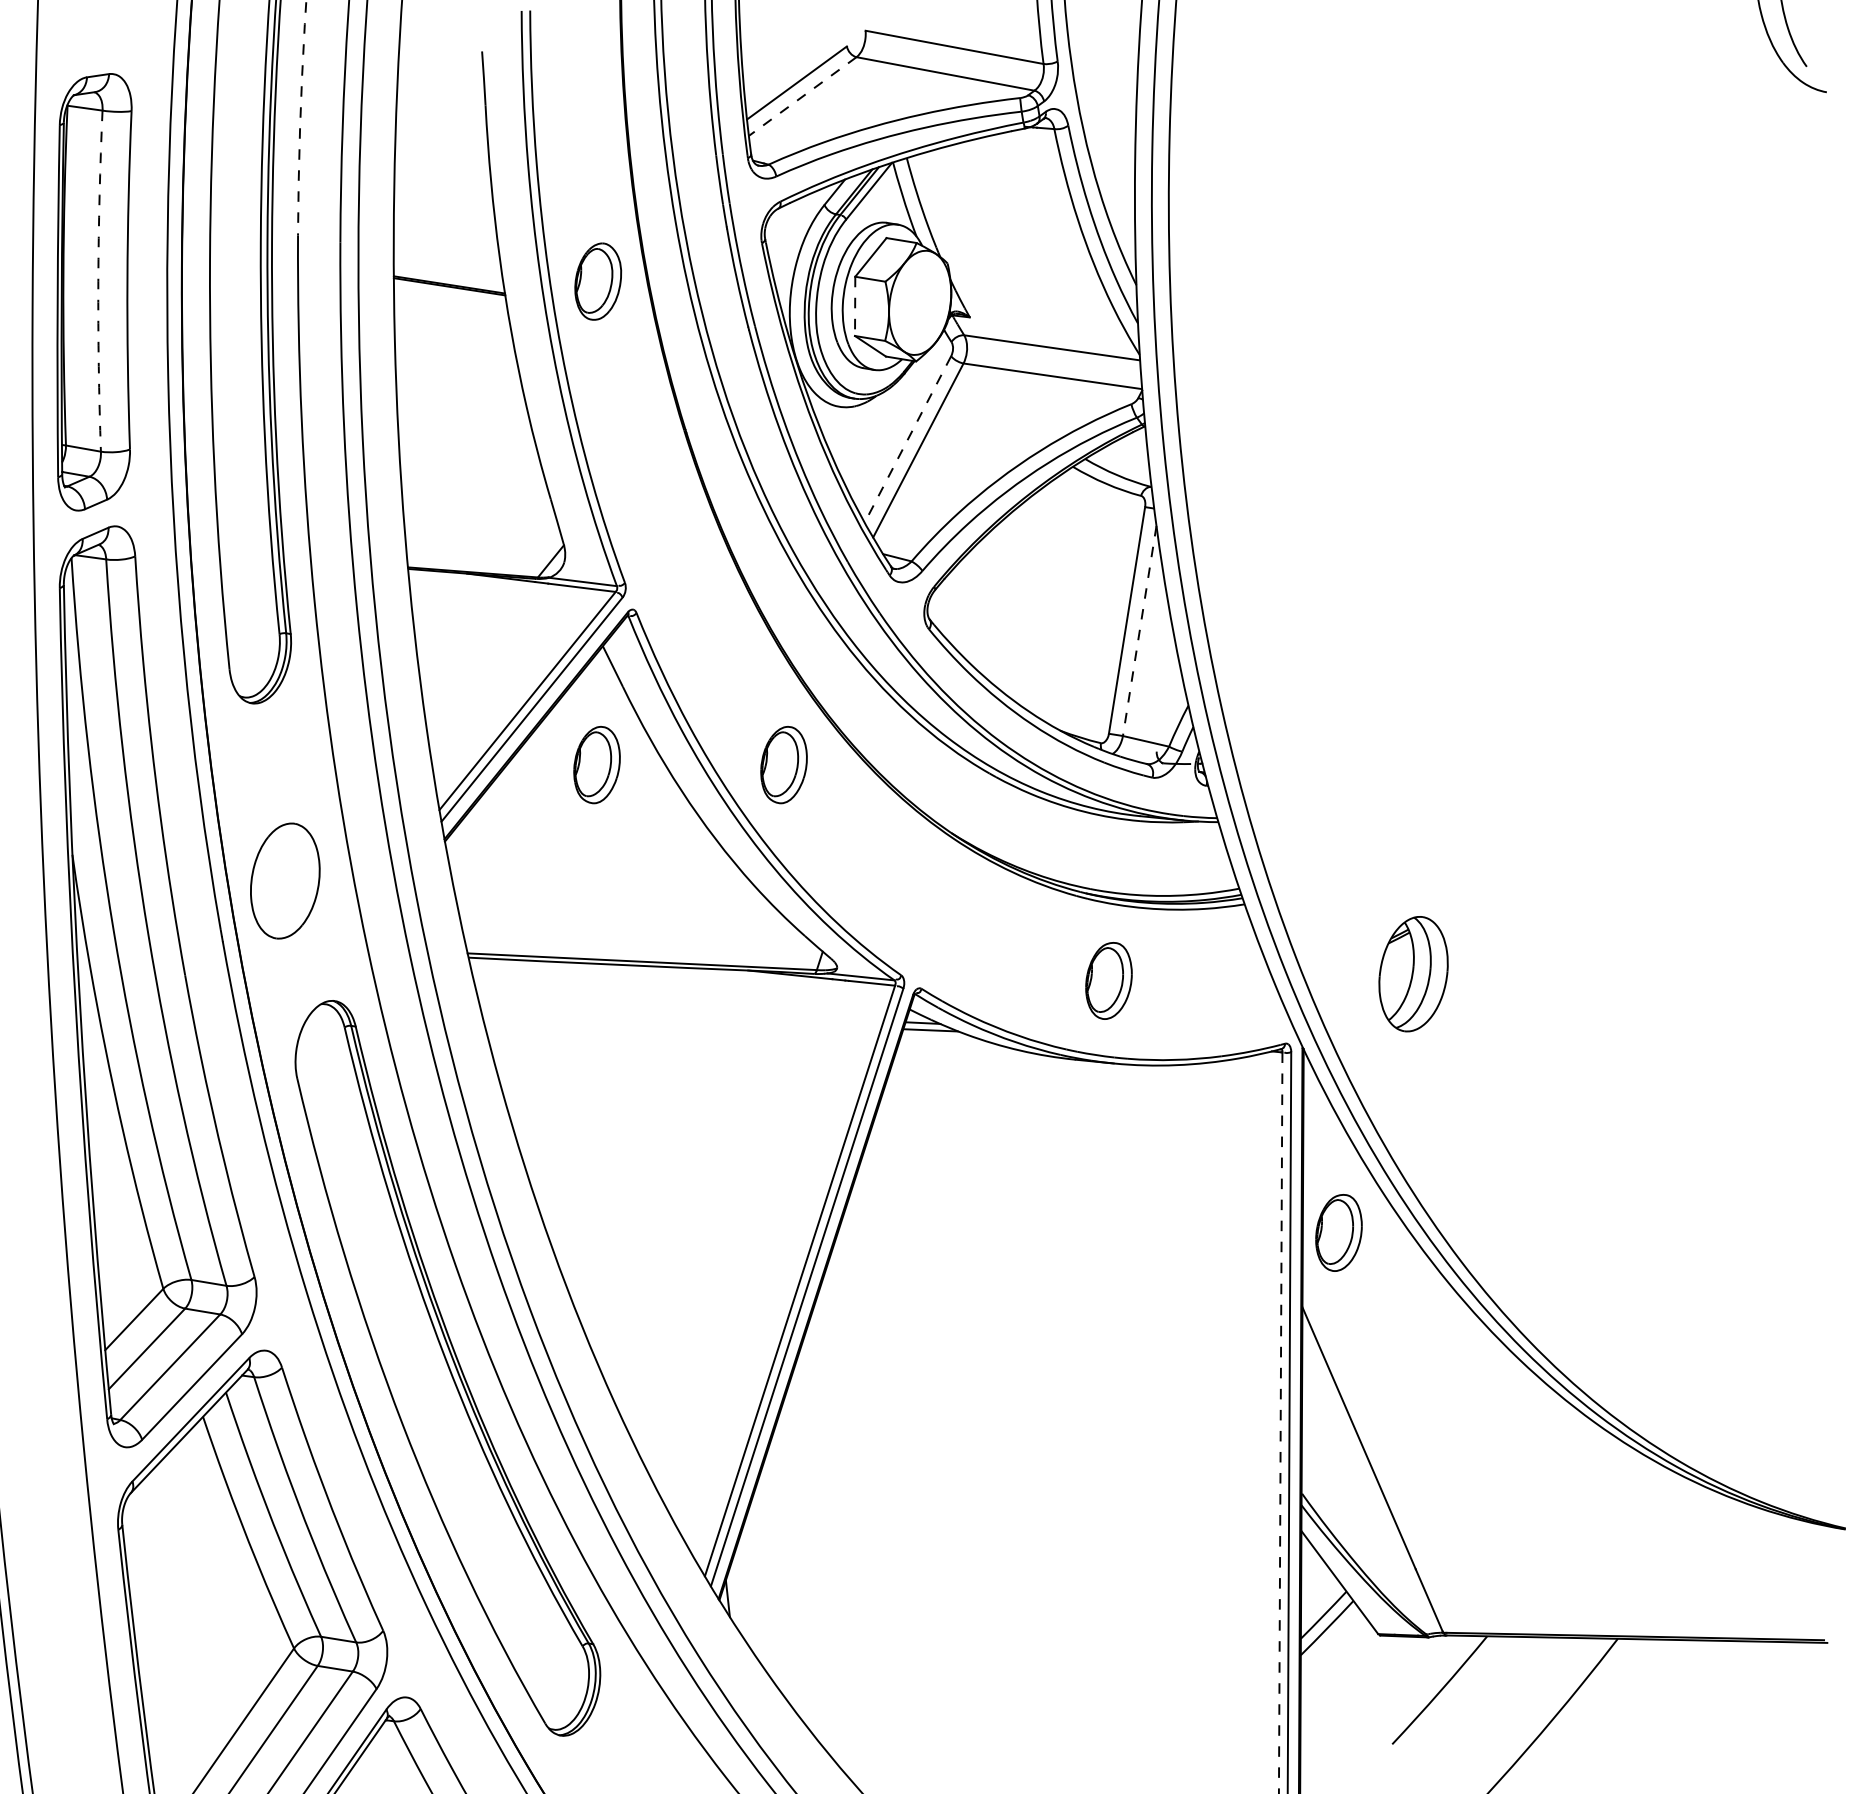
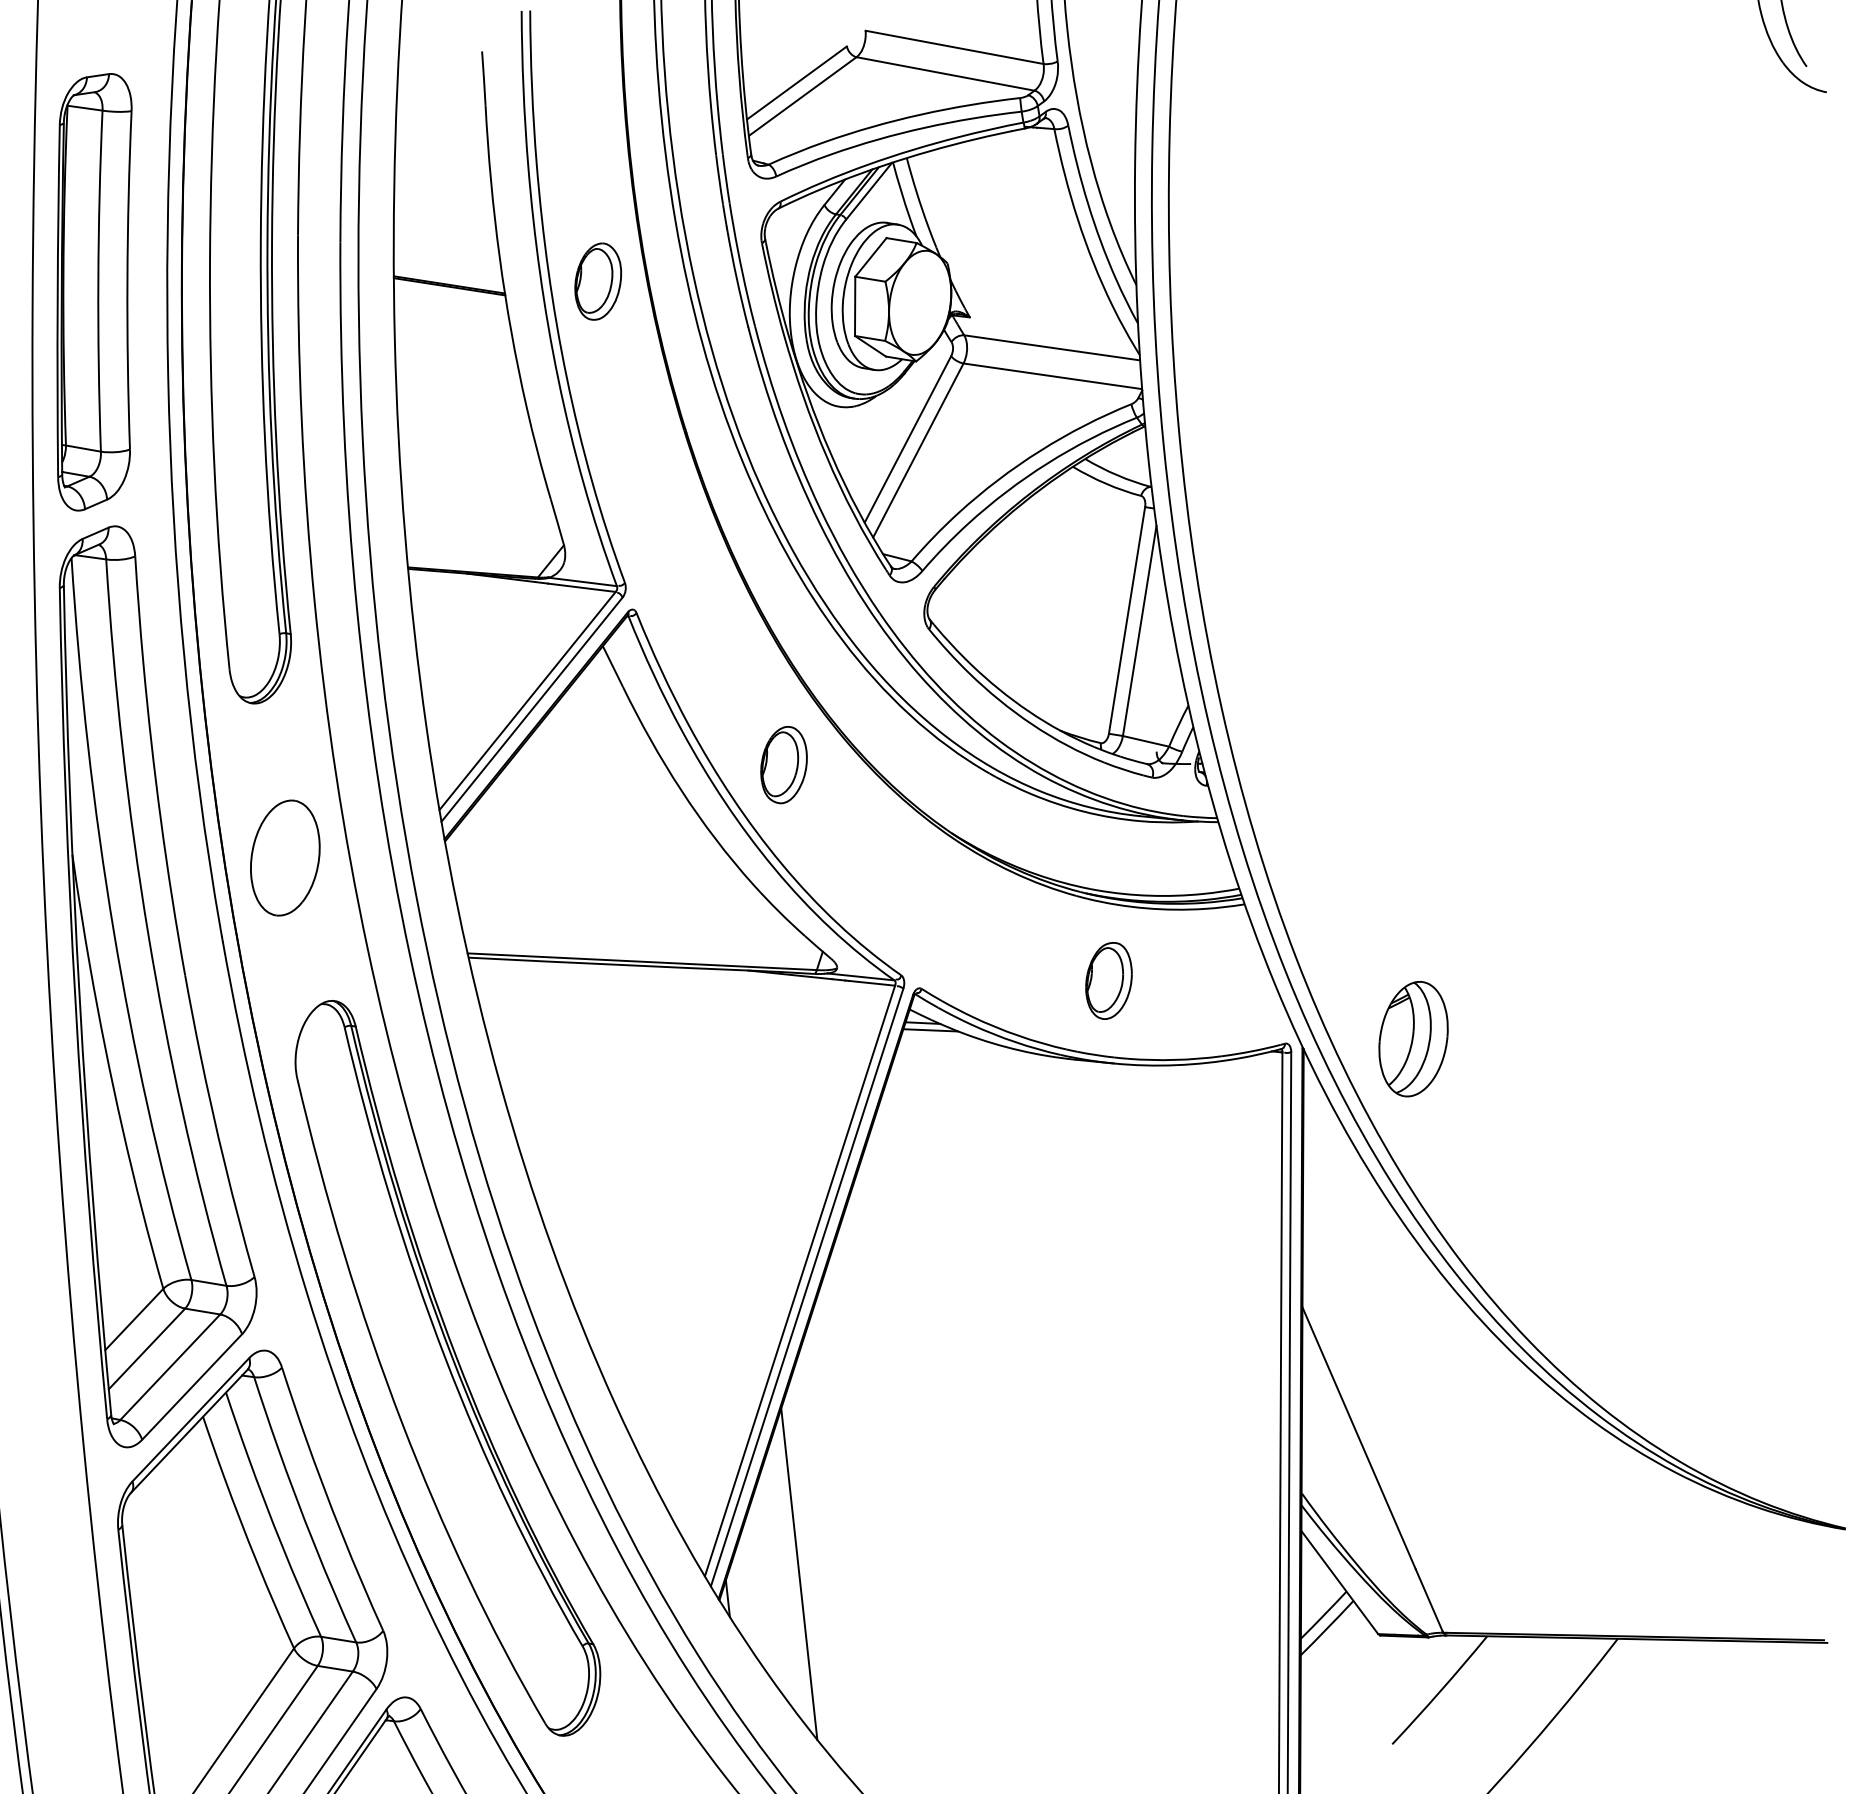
line at (802, 96): dashed -> solid
arc at (300, 118): dashed -> solid
arc at (98, 281): dashed -> solid
line at (855, 306): dashed -> solid
line at (907, 439): dashed -> solid
line at (1139, 631): dashed -> solid
part at (596, 765): present -> none
part at (285, 880) position: (285, 880) -> (285, 857)
part at (1413, 974) position: (1413, 974) -> (1413, 1039)
part at (1338, 1232): present -> none
line at (1280, 1423): dashed -> solid
line at (799, 1573): none -> present
